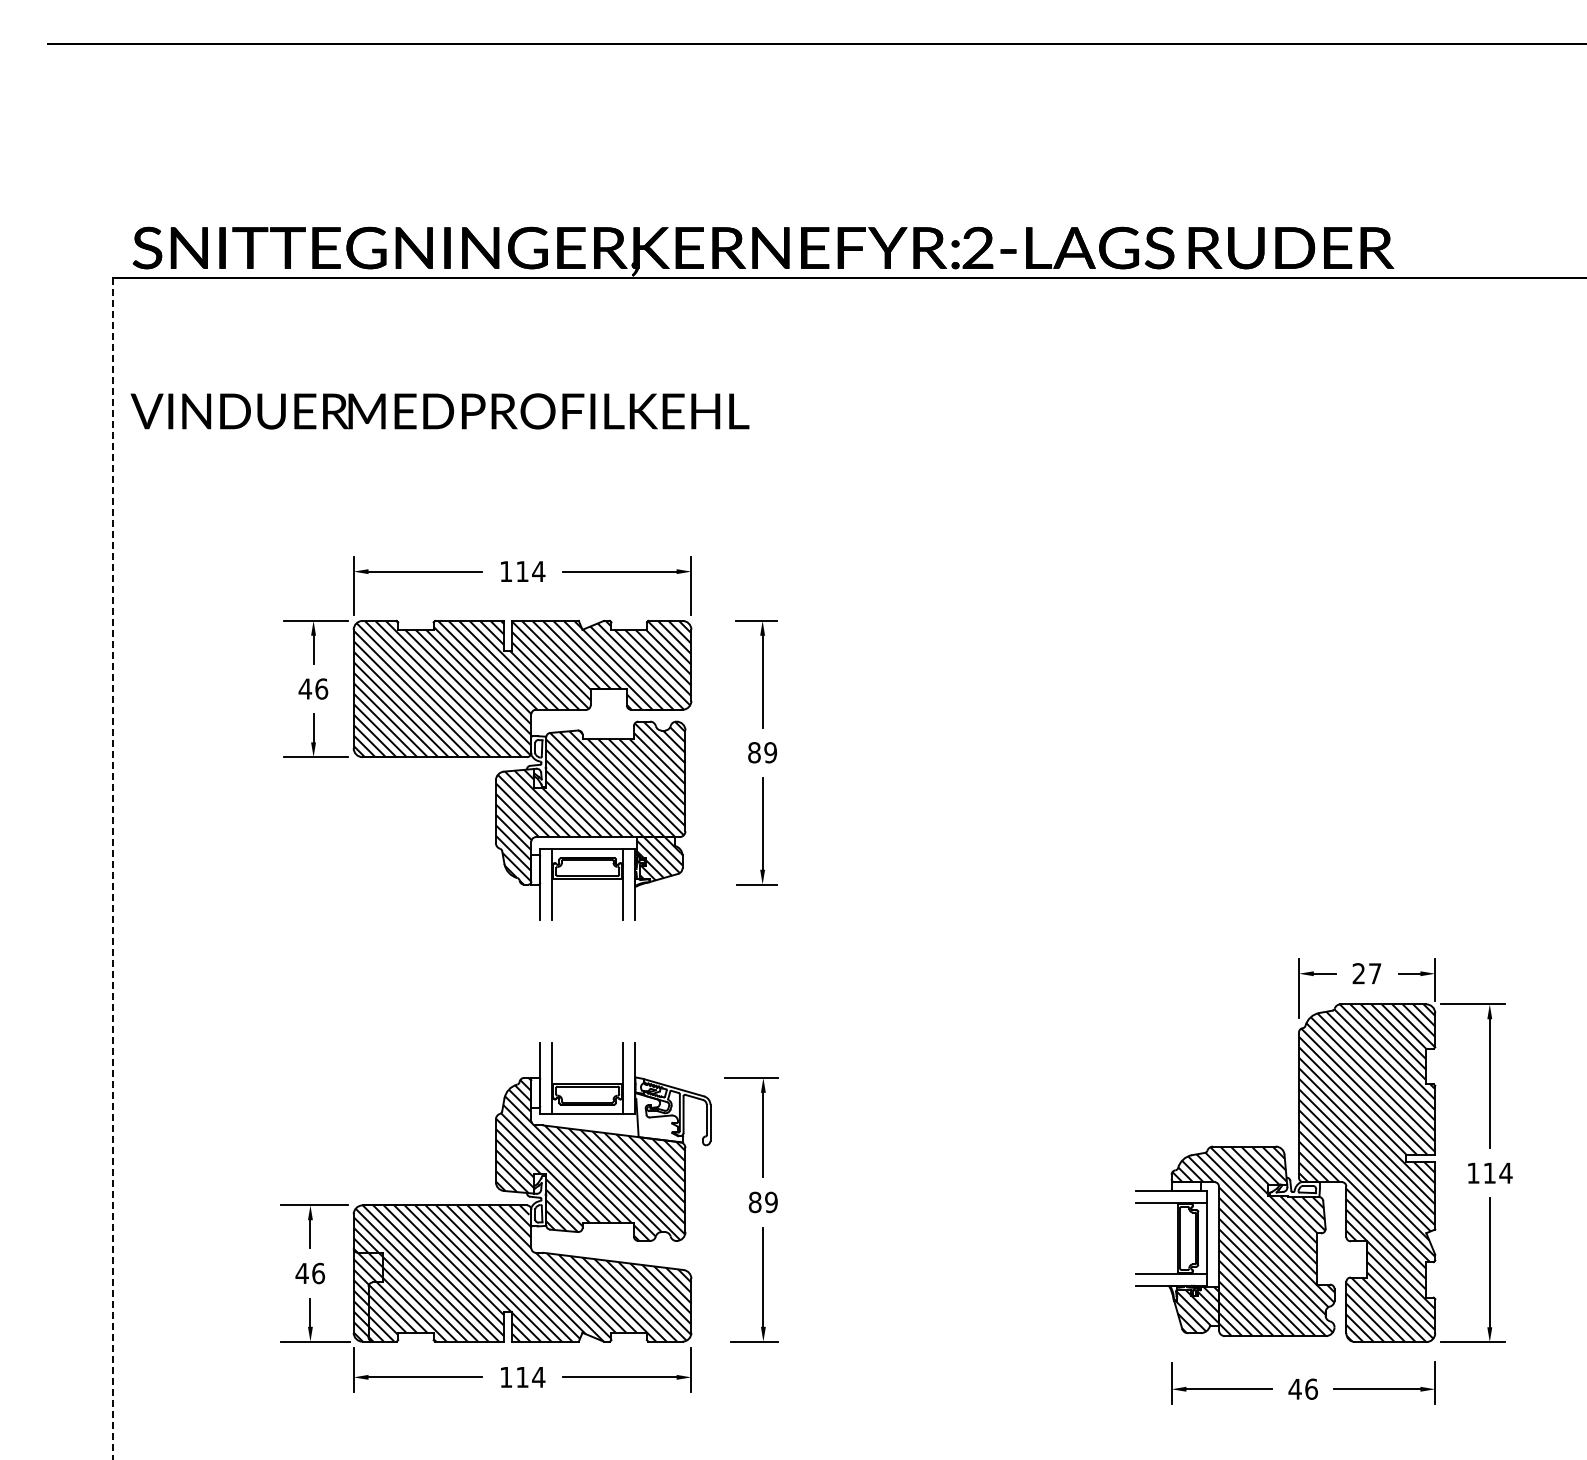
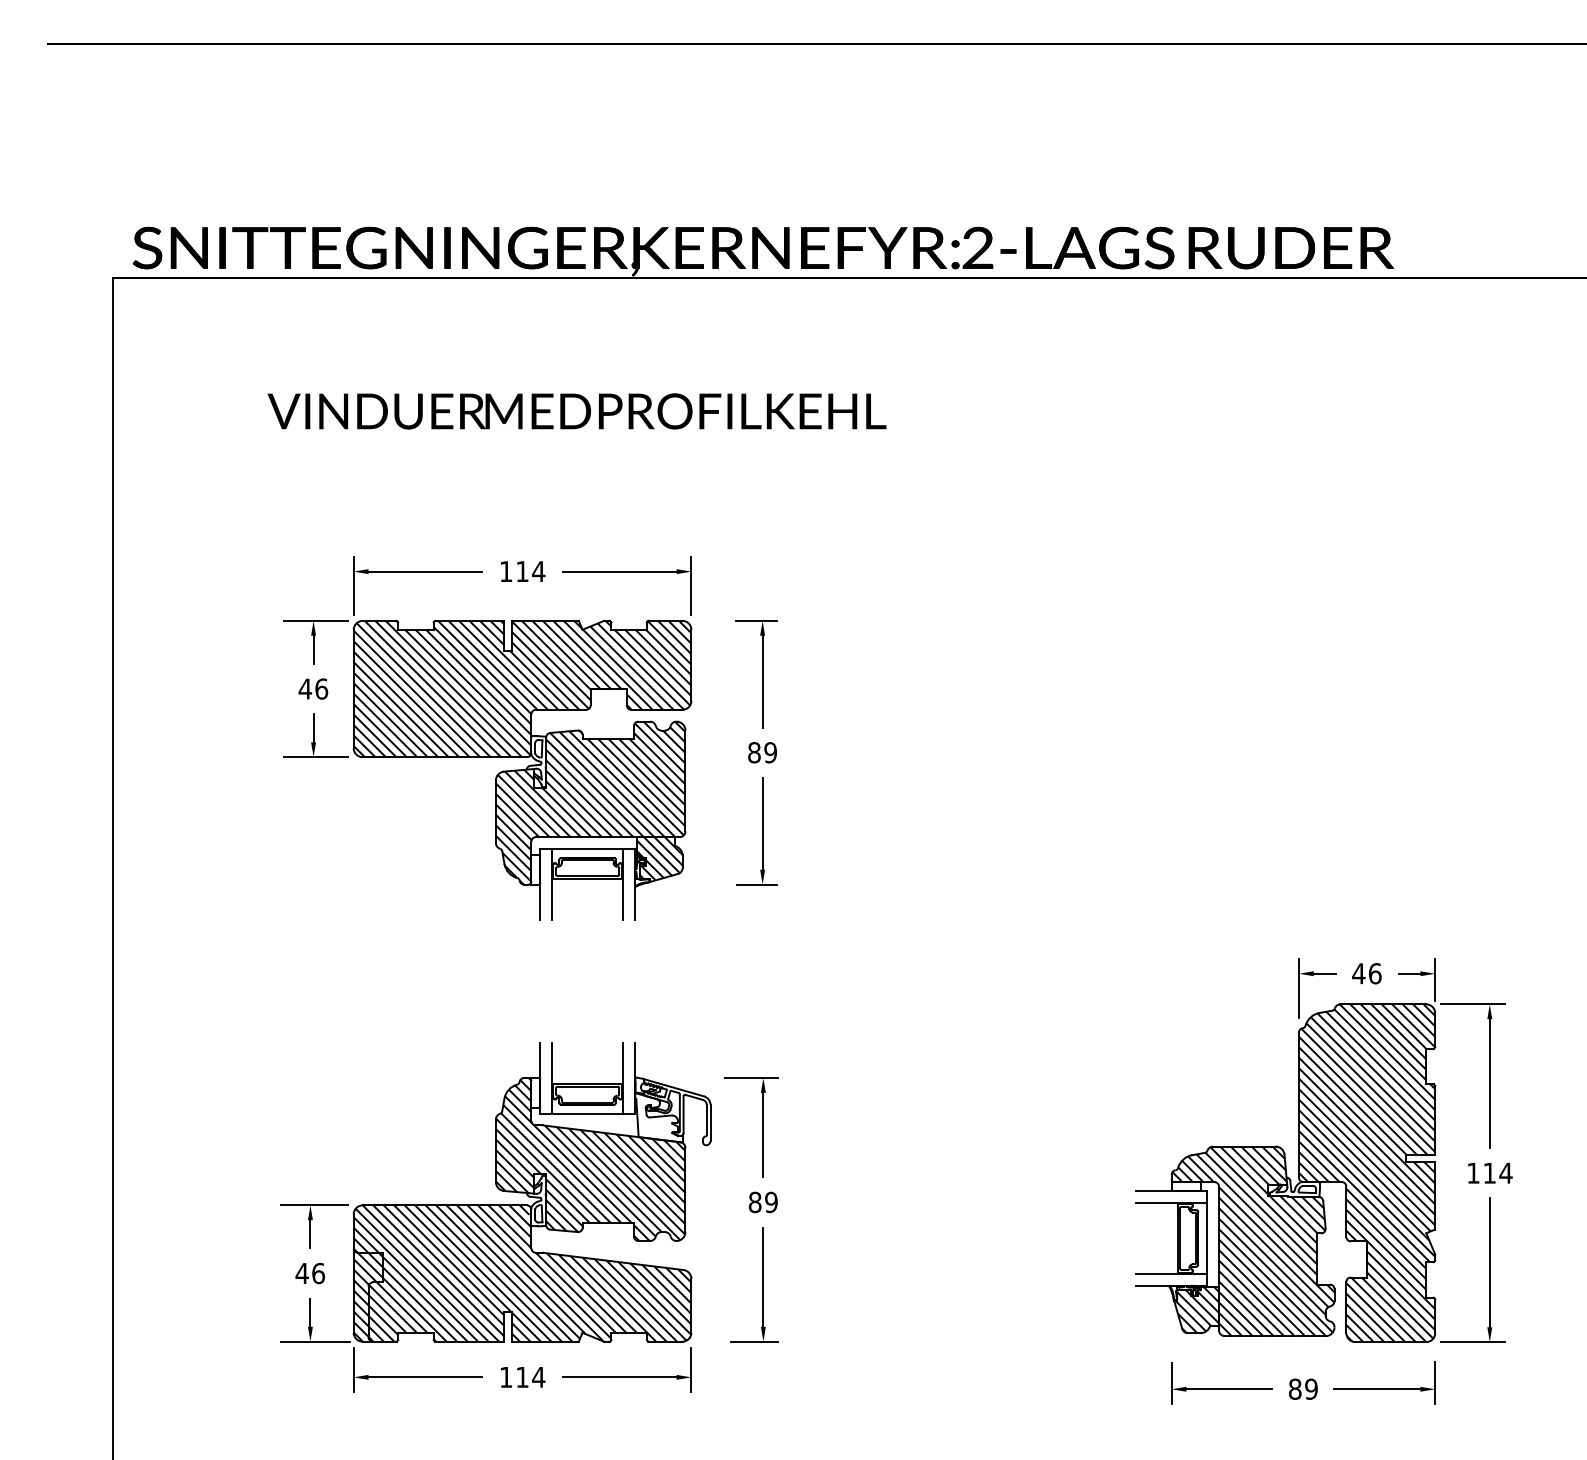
text at (439, 411) position: (439, 411) -> (576, 411)
line at (112, 869): dashed -> solid
text at (1366, 973): 27 -> 46
text at (1302, 1388): 46 -> 89
